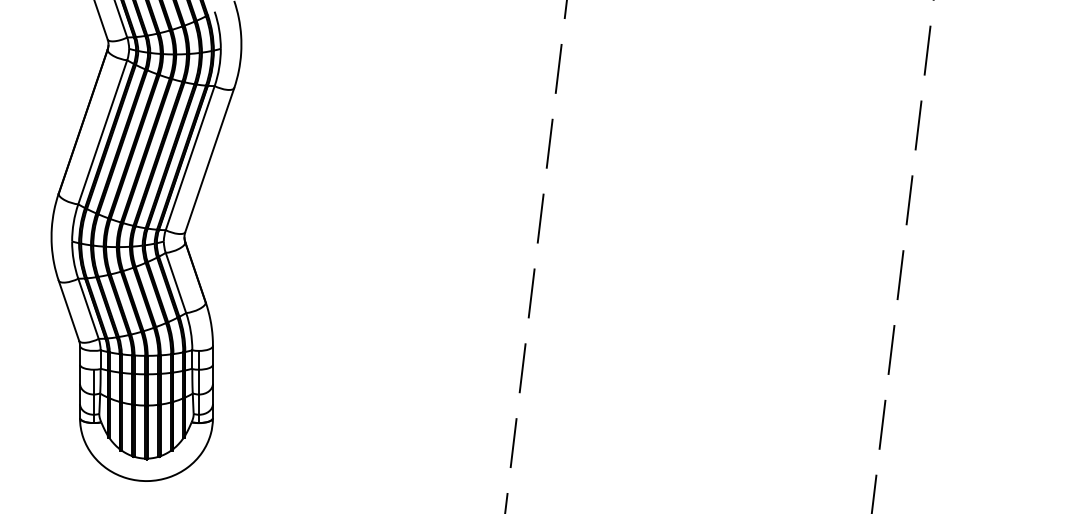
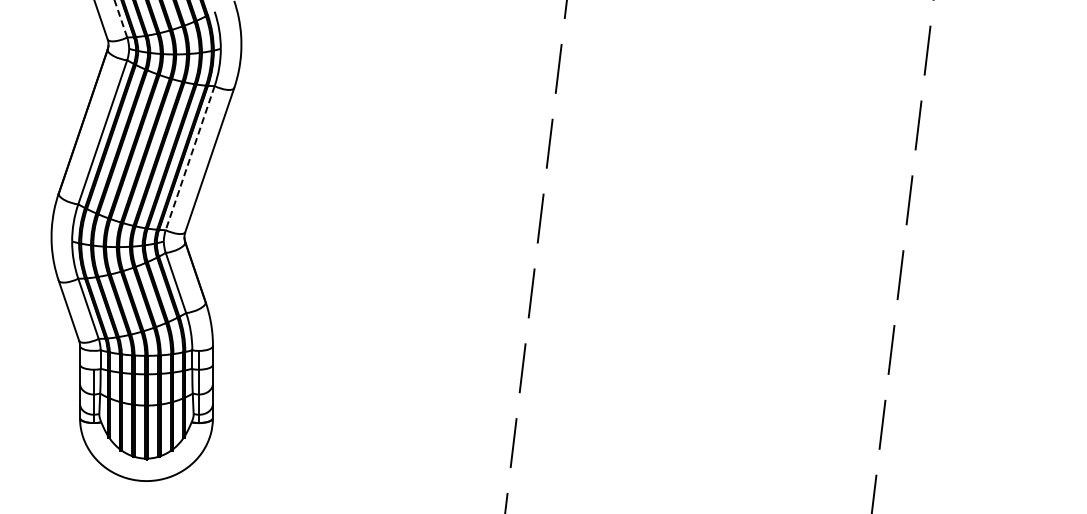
line at (120, 18): solid -> dashed
line at (190, 158): solid -> dashed
